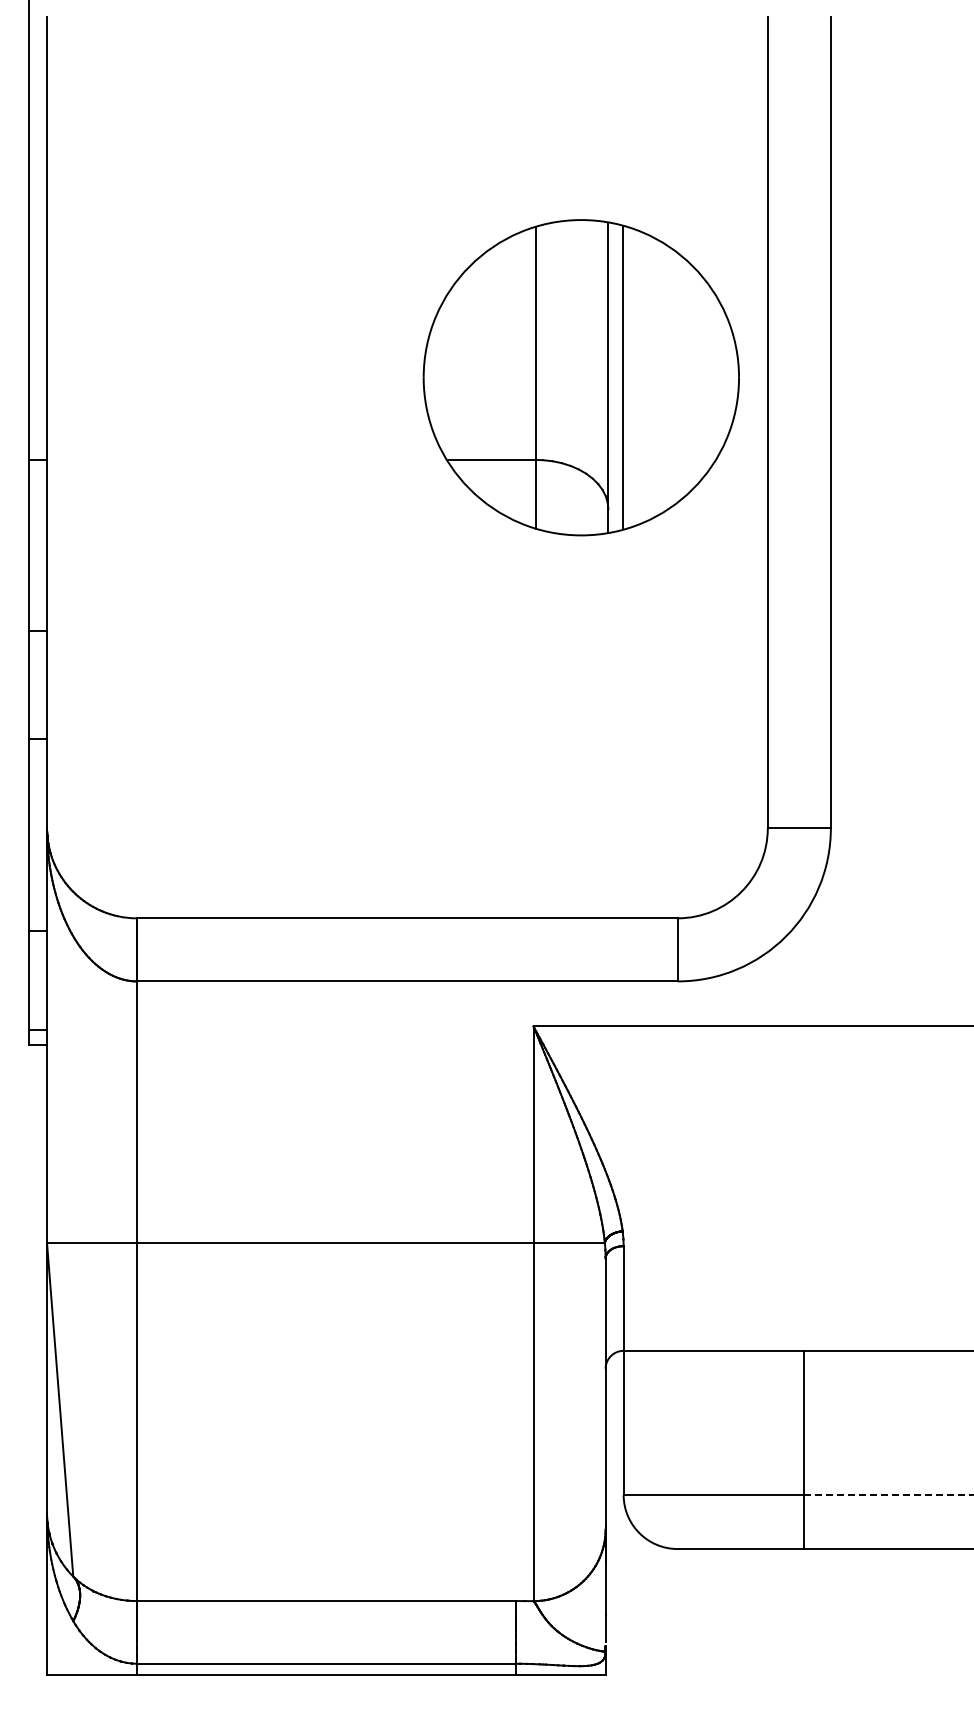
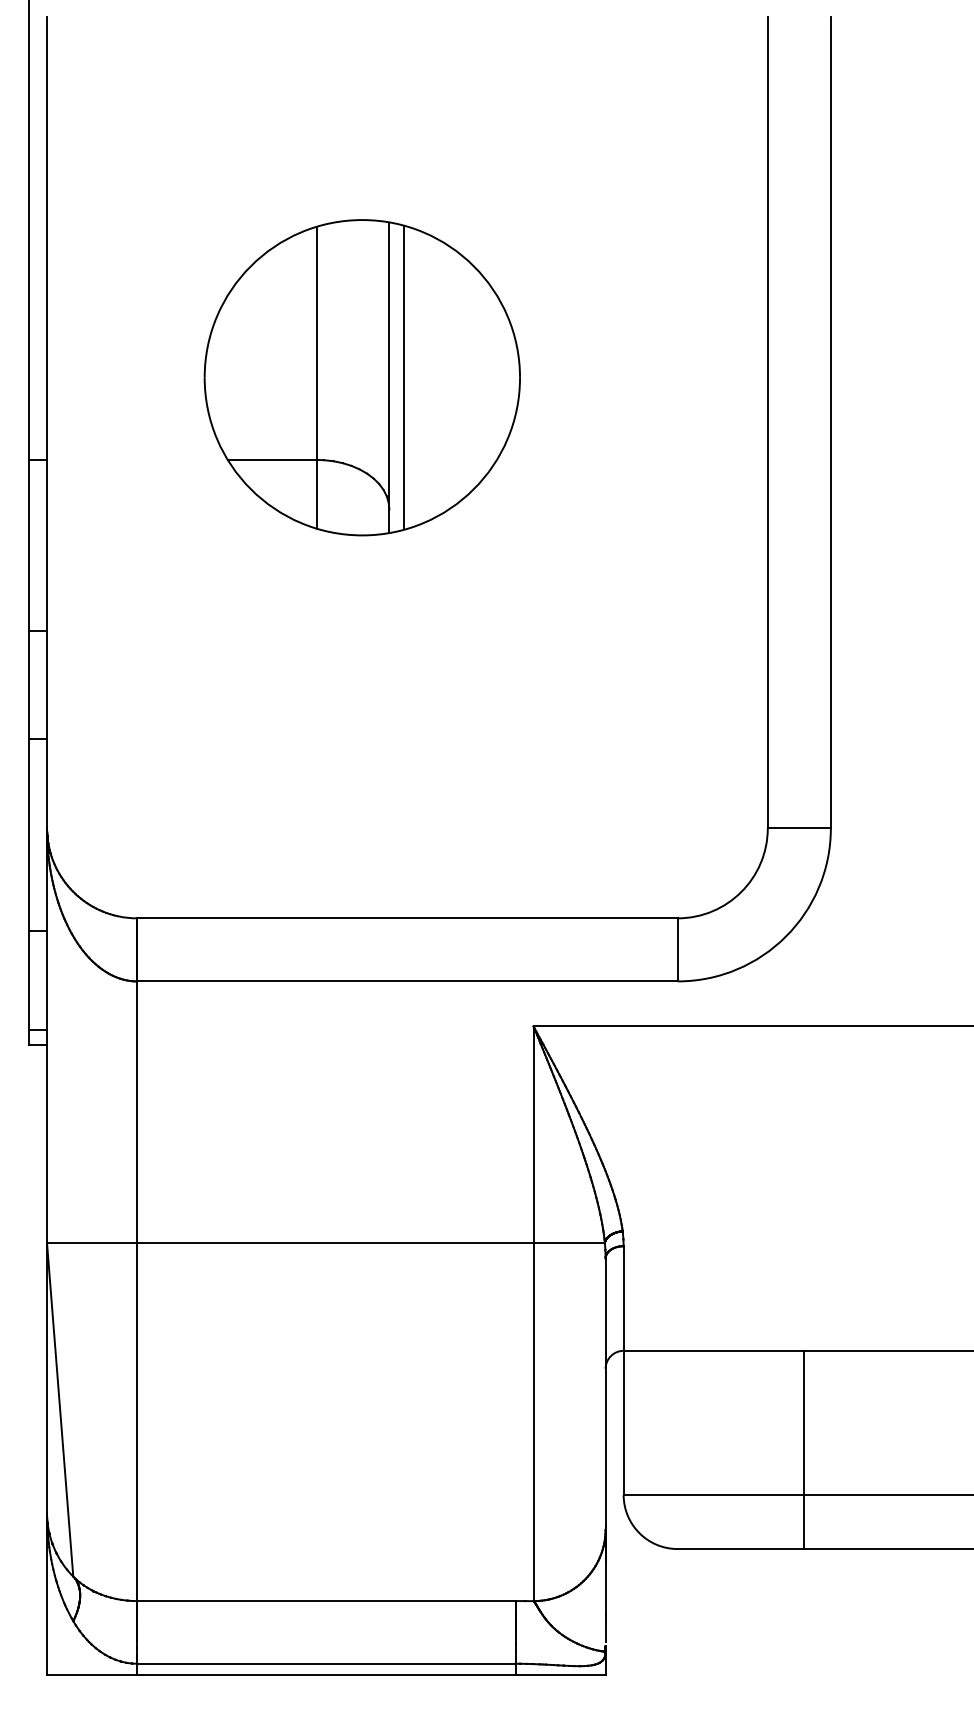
part at (580, 377) position: (580, 377) -> (361, 377)
line at (888, 1494): dashed -> solid
